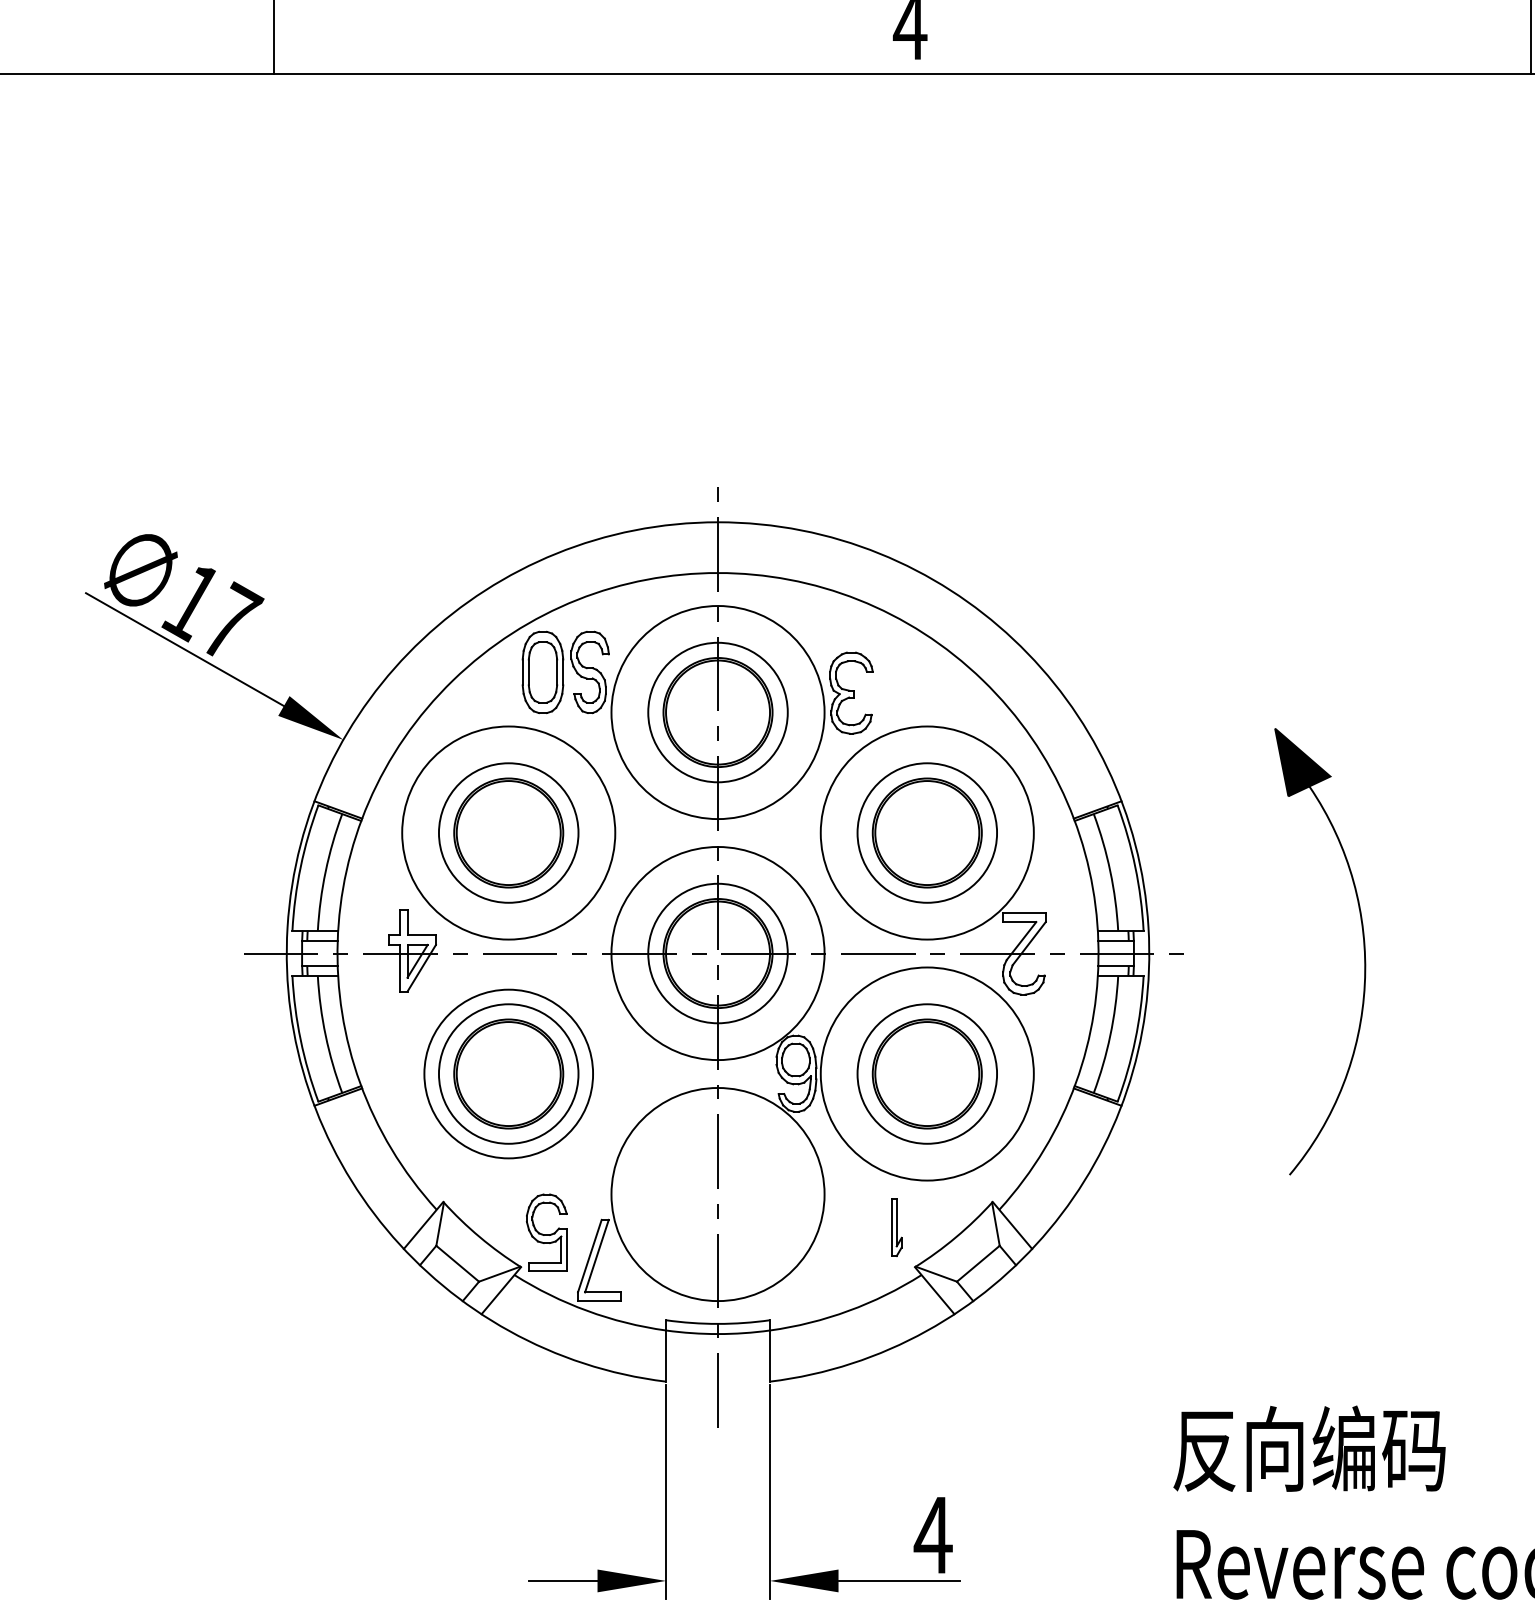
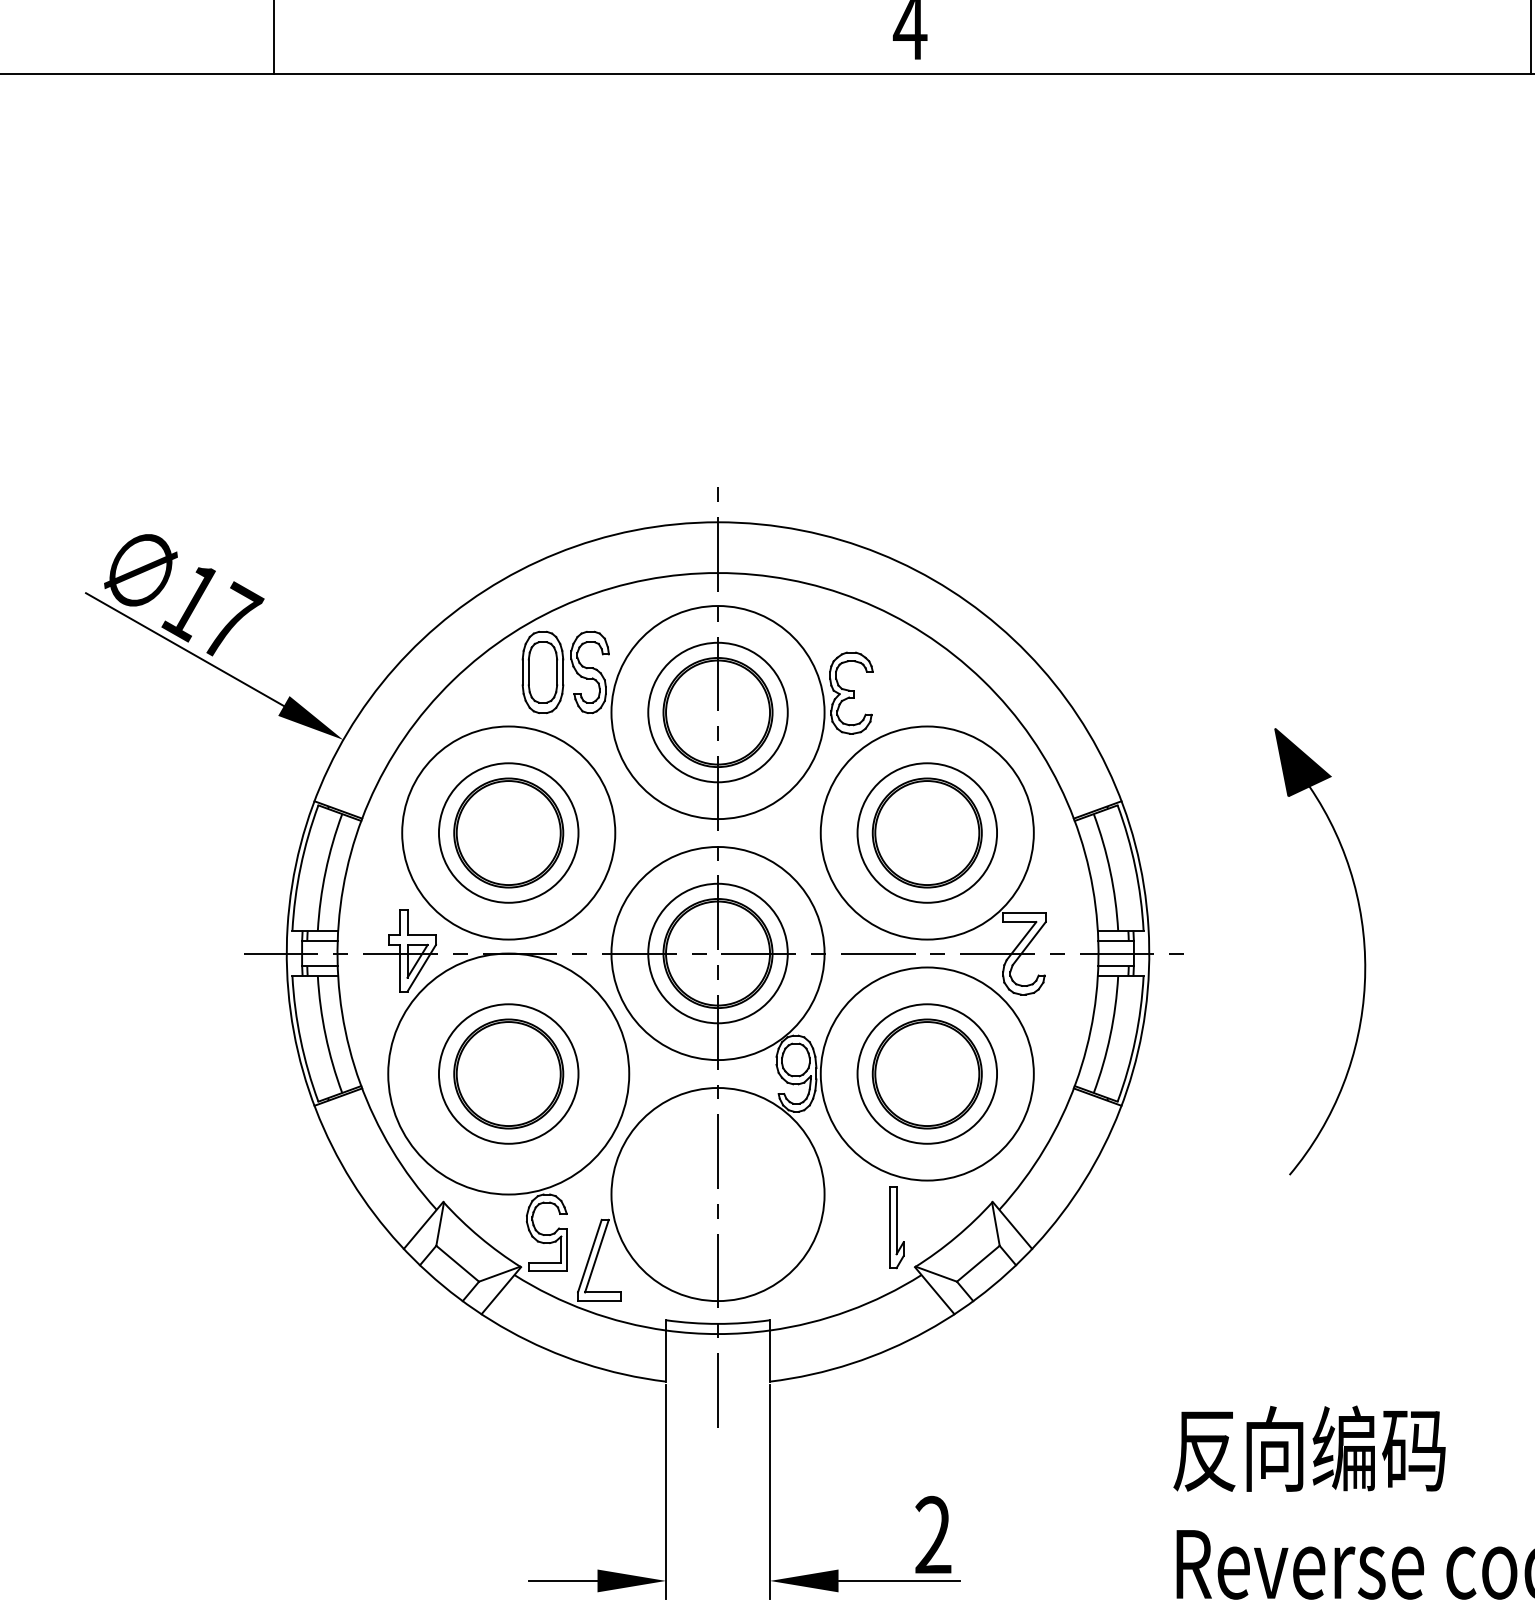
circle at (508, 1073) diameter: 169 px -> 241 px
part at (896, 1227) size: 12x59 px -> 16x84 px
text at (932, 1534): 4 -> 2
